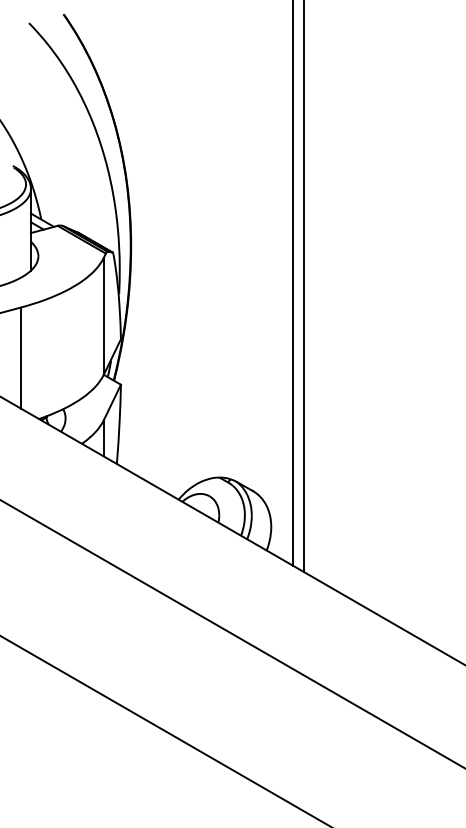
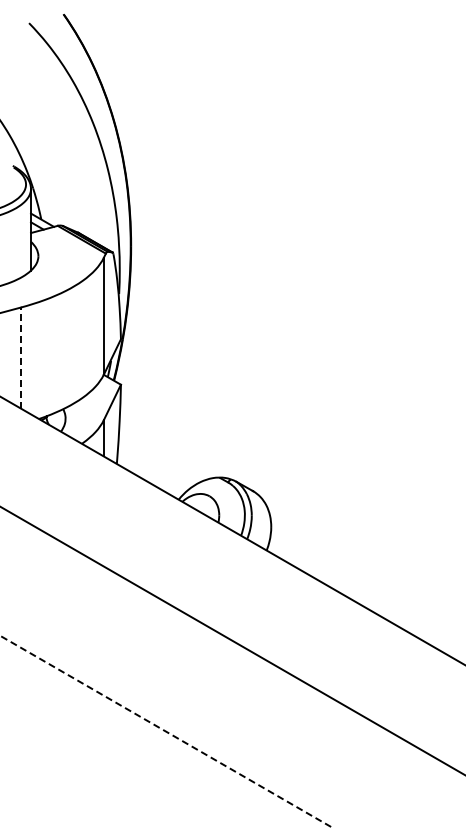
line at (292, 283): present -> none
line at (303, 286): present -> none
line at (20, 358): solid -> dashed
line at (232, 634) position: (232, 634) -> (232, 640)
line at (165, 731): solid -> dashed
